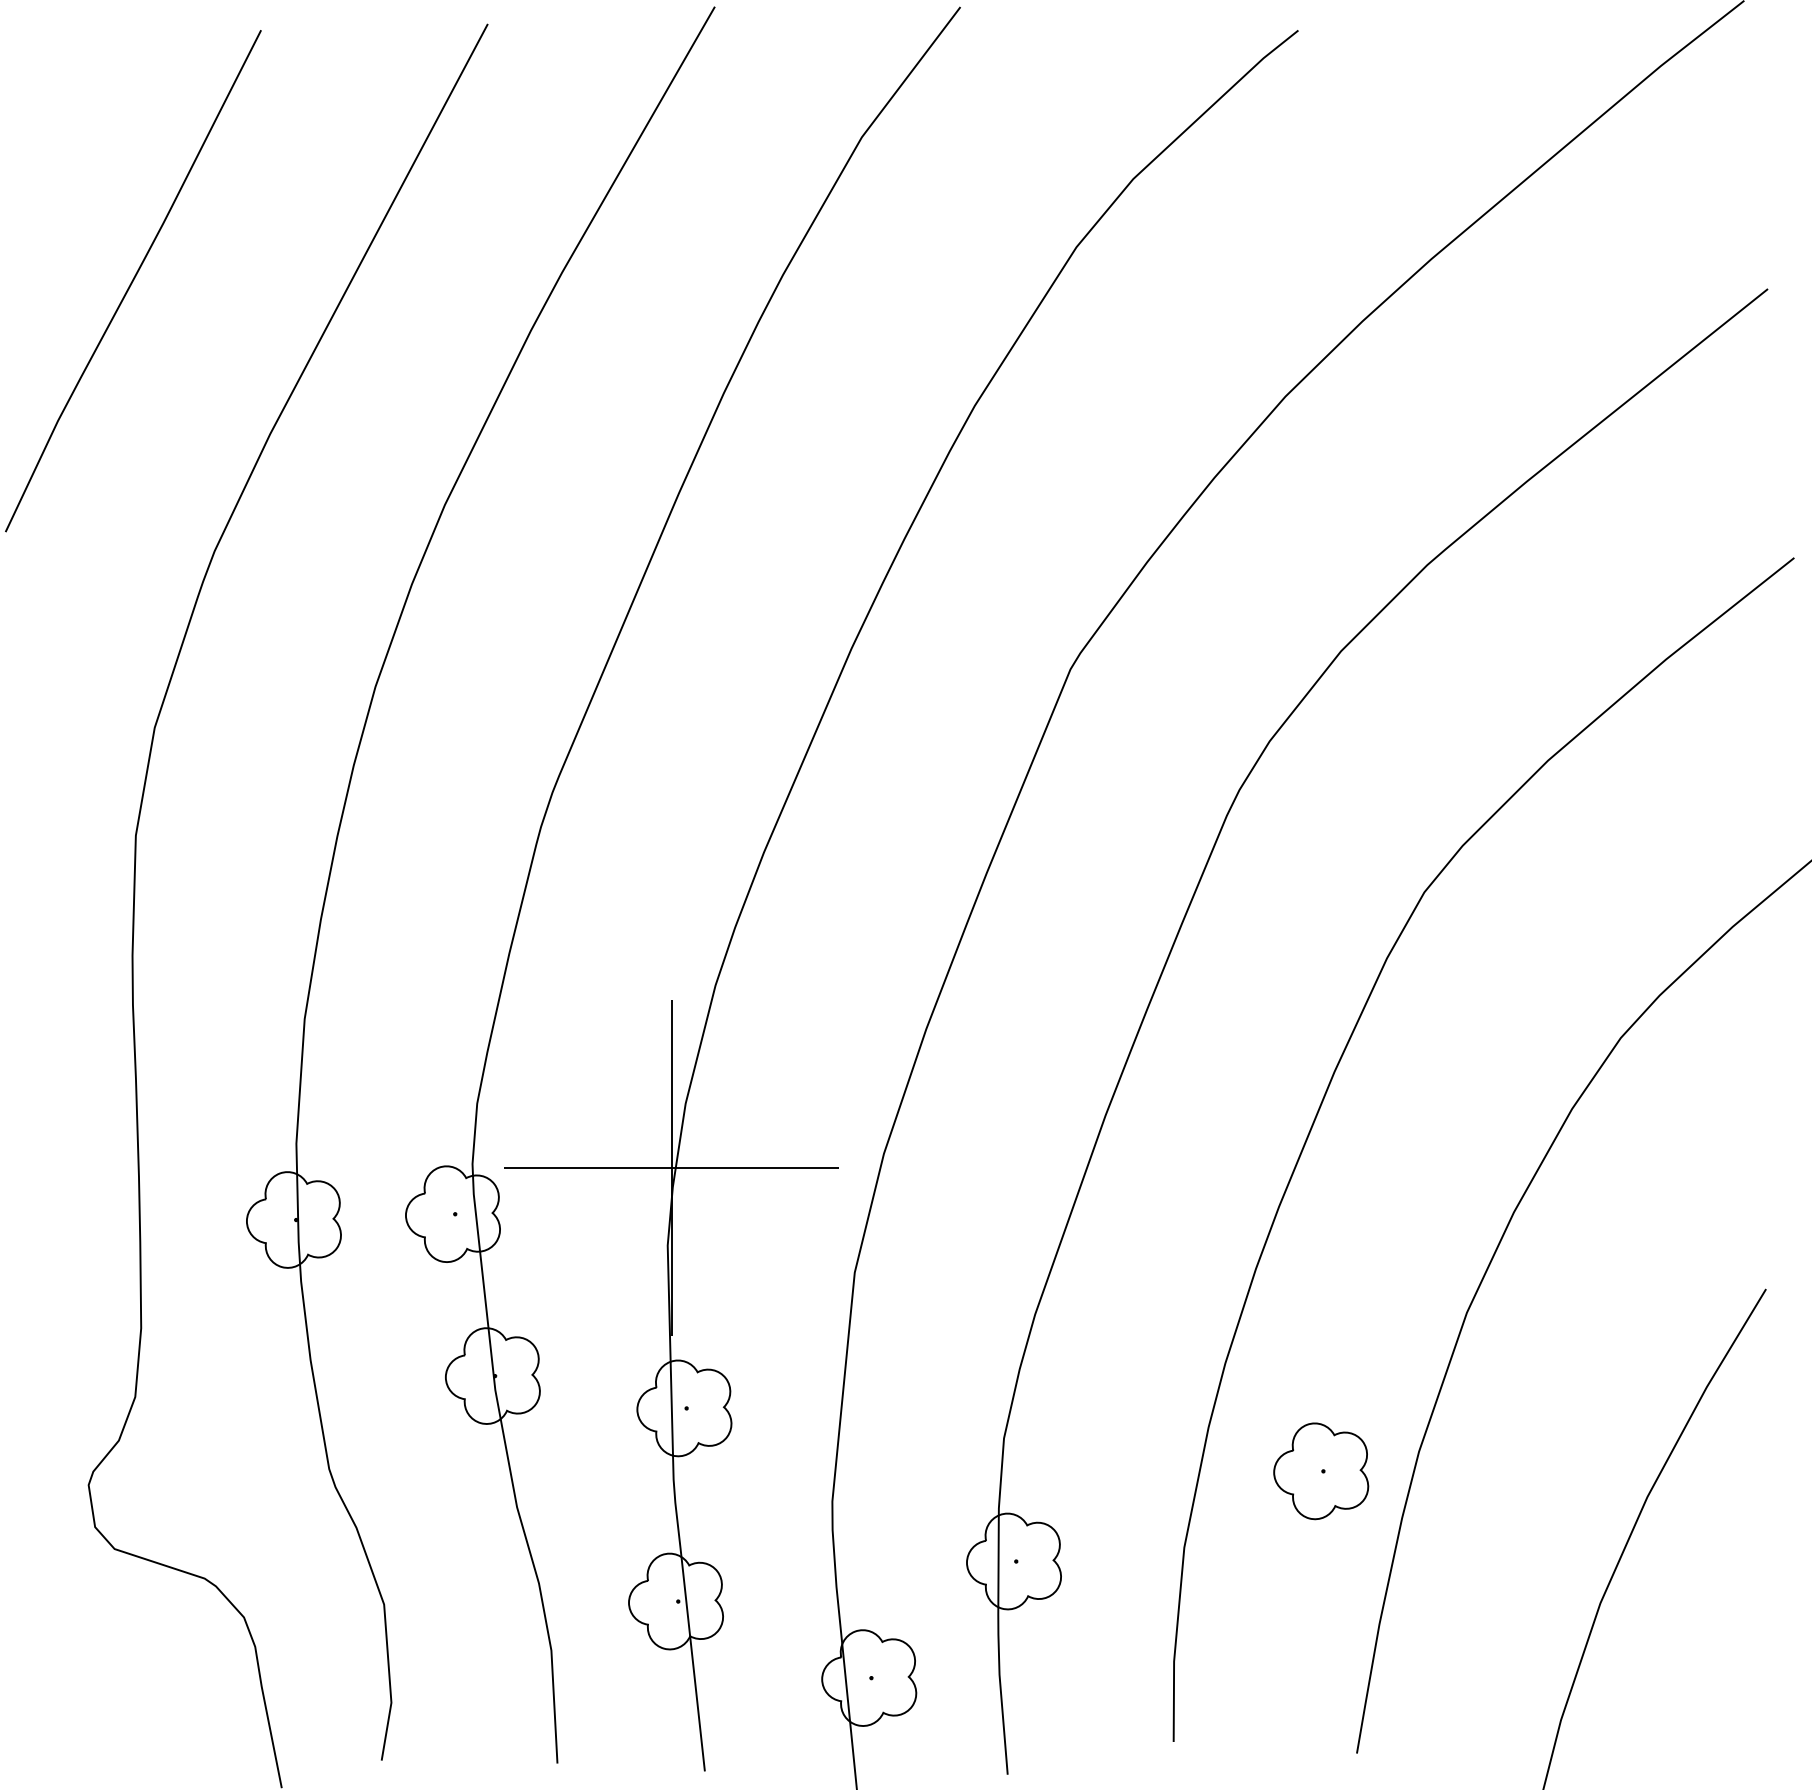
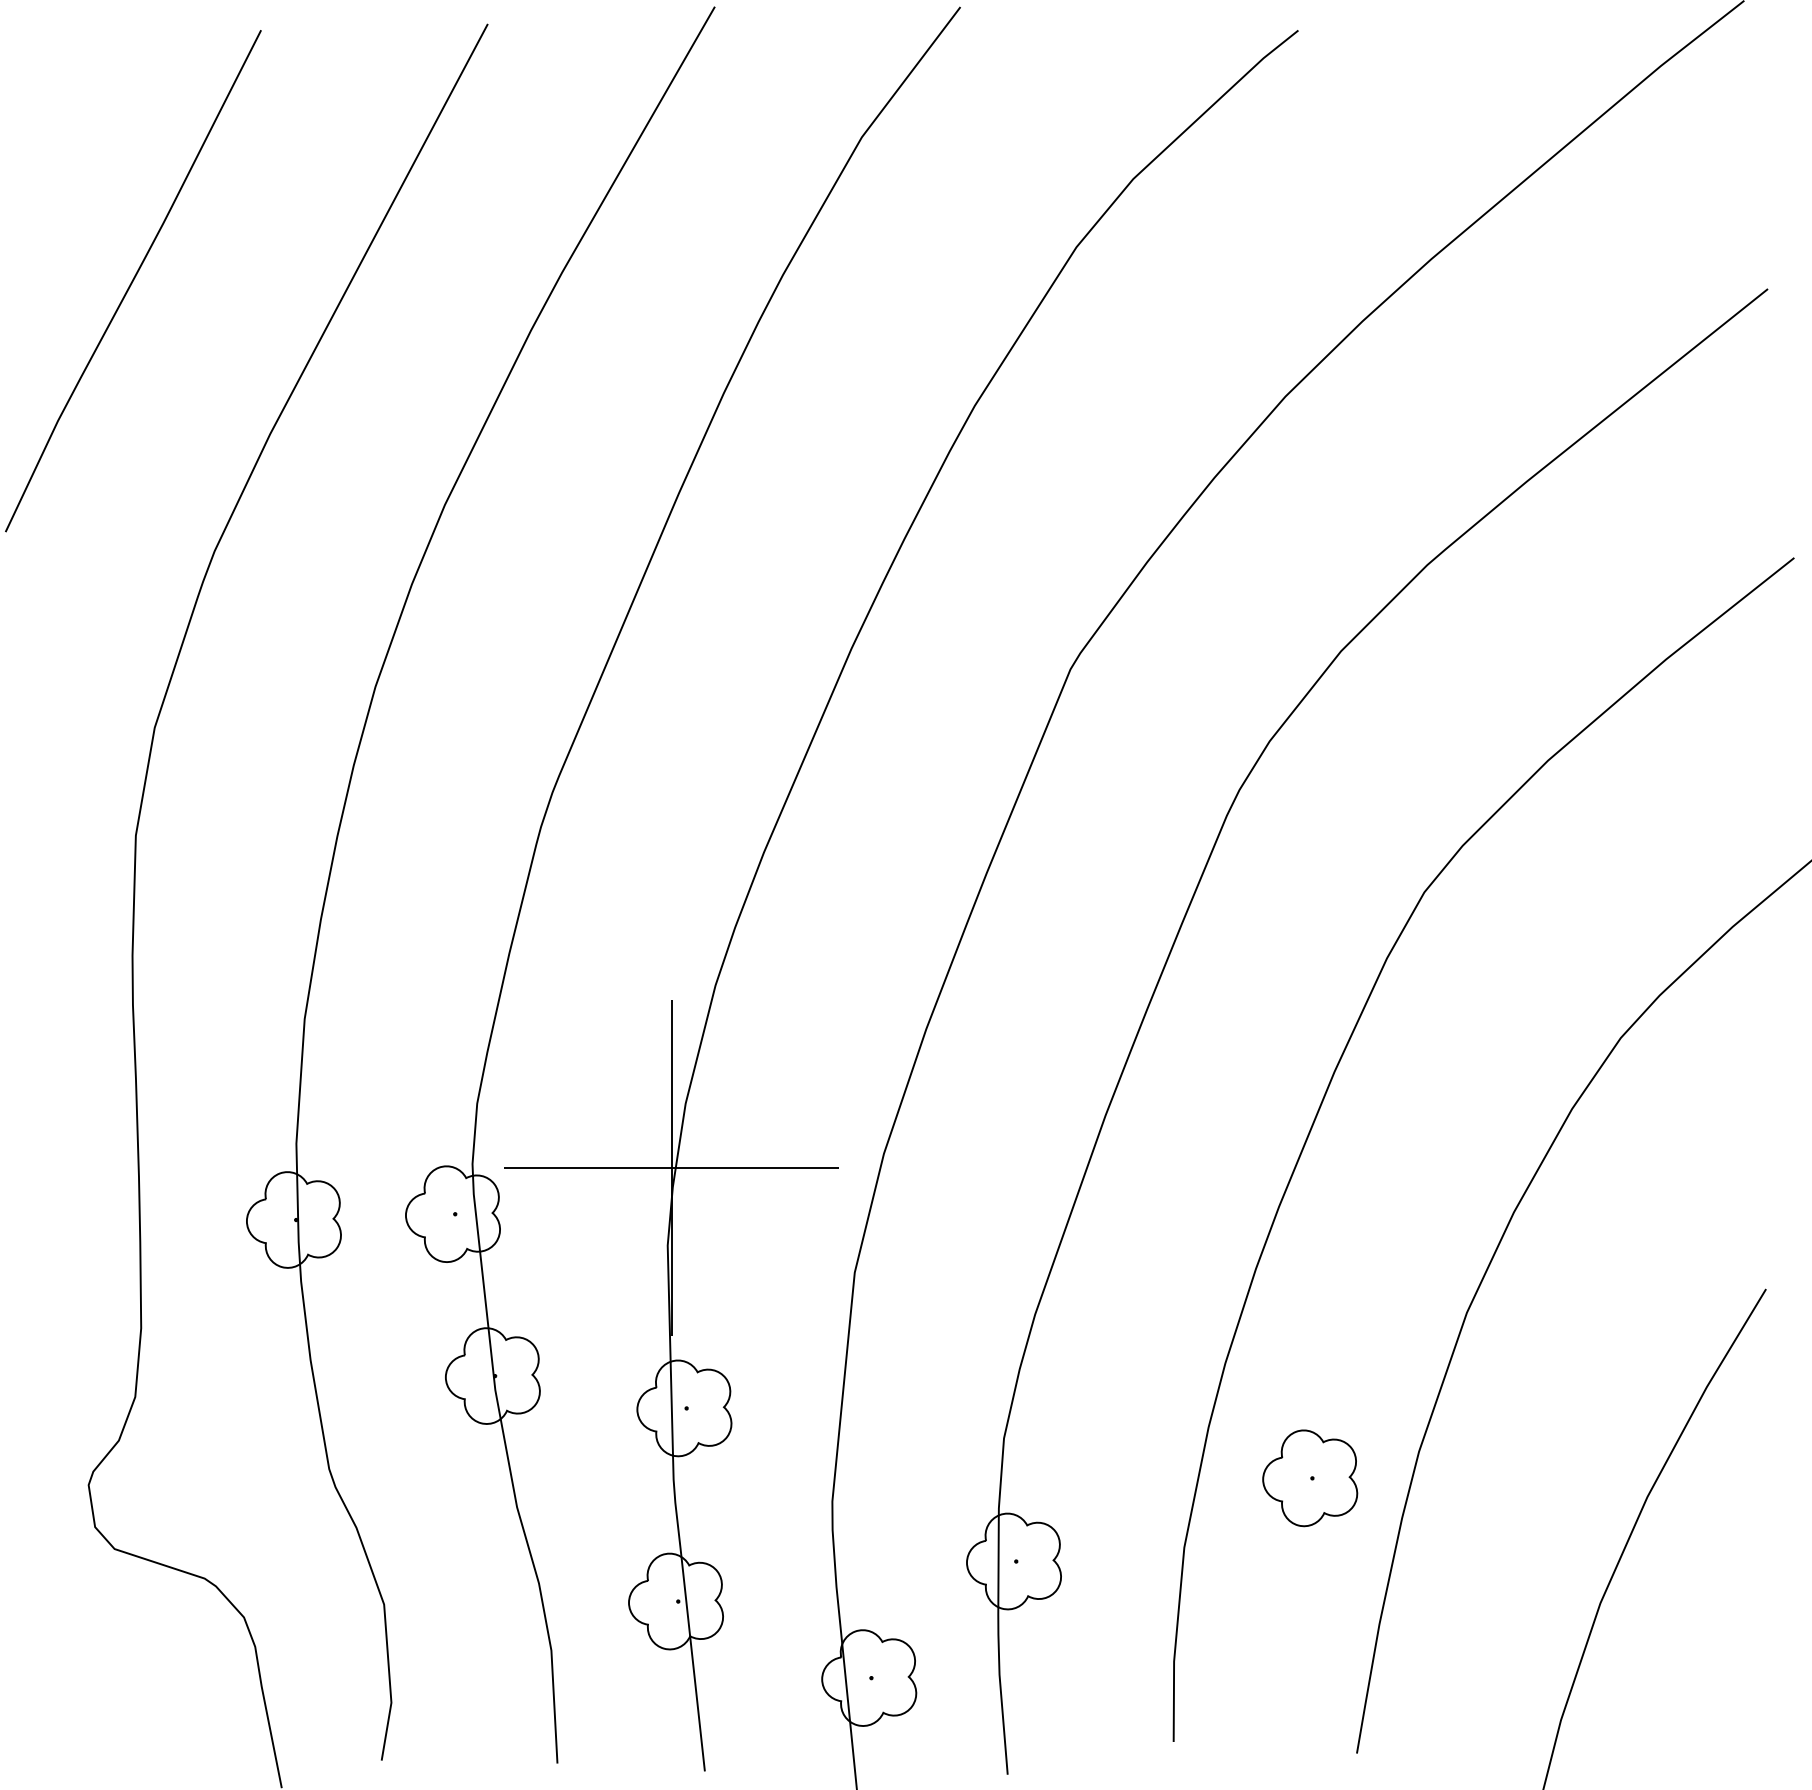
part at (1321, 1471) position: (1321, 1471) -> (1310, 1478)
